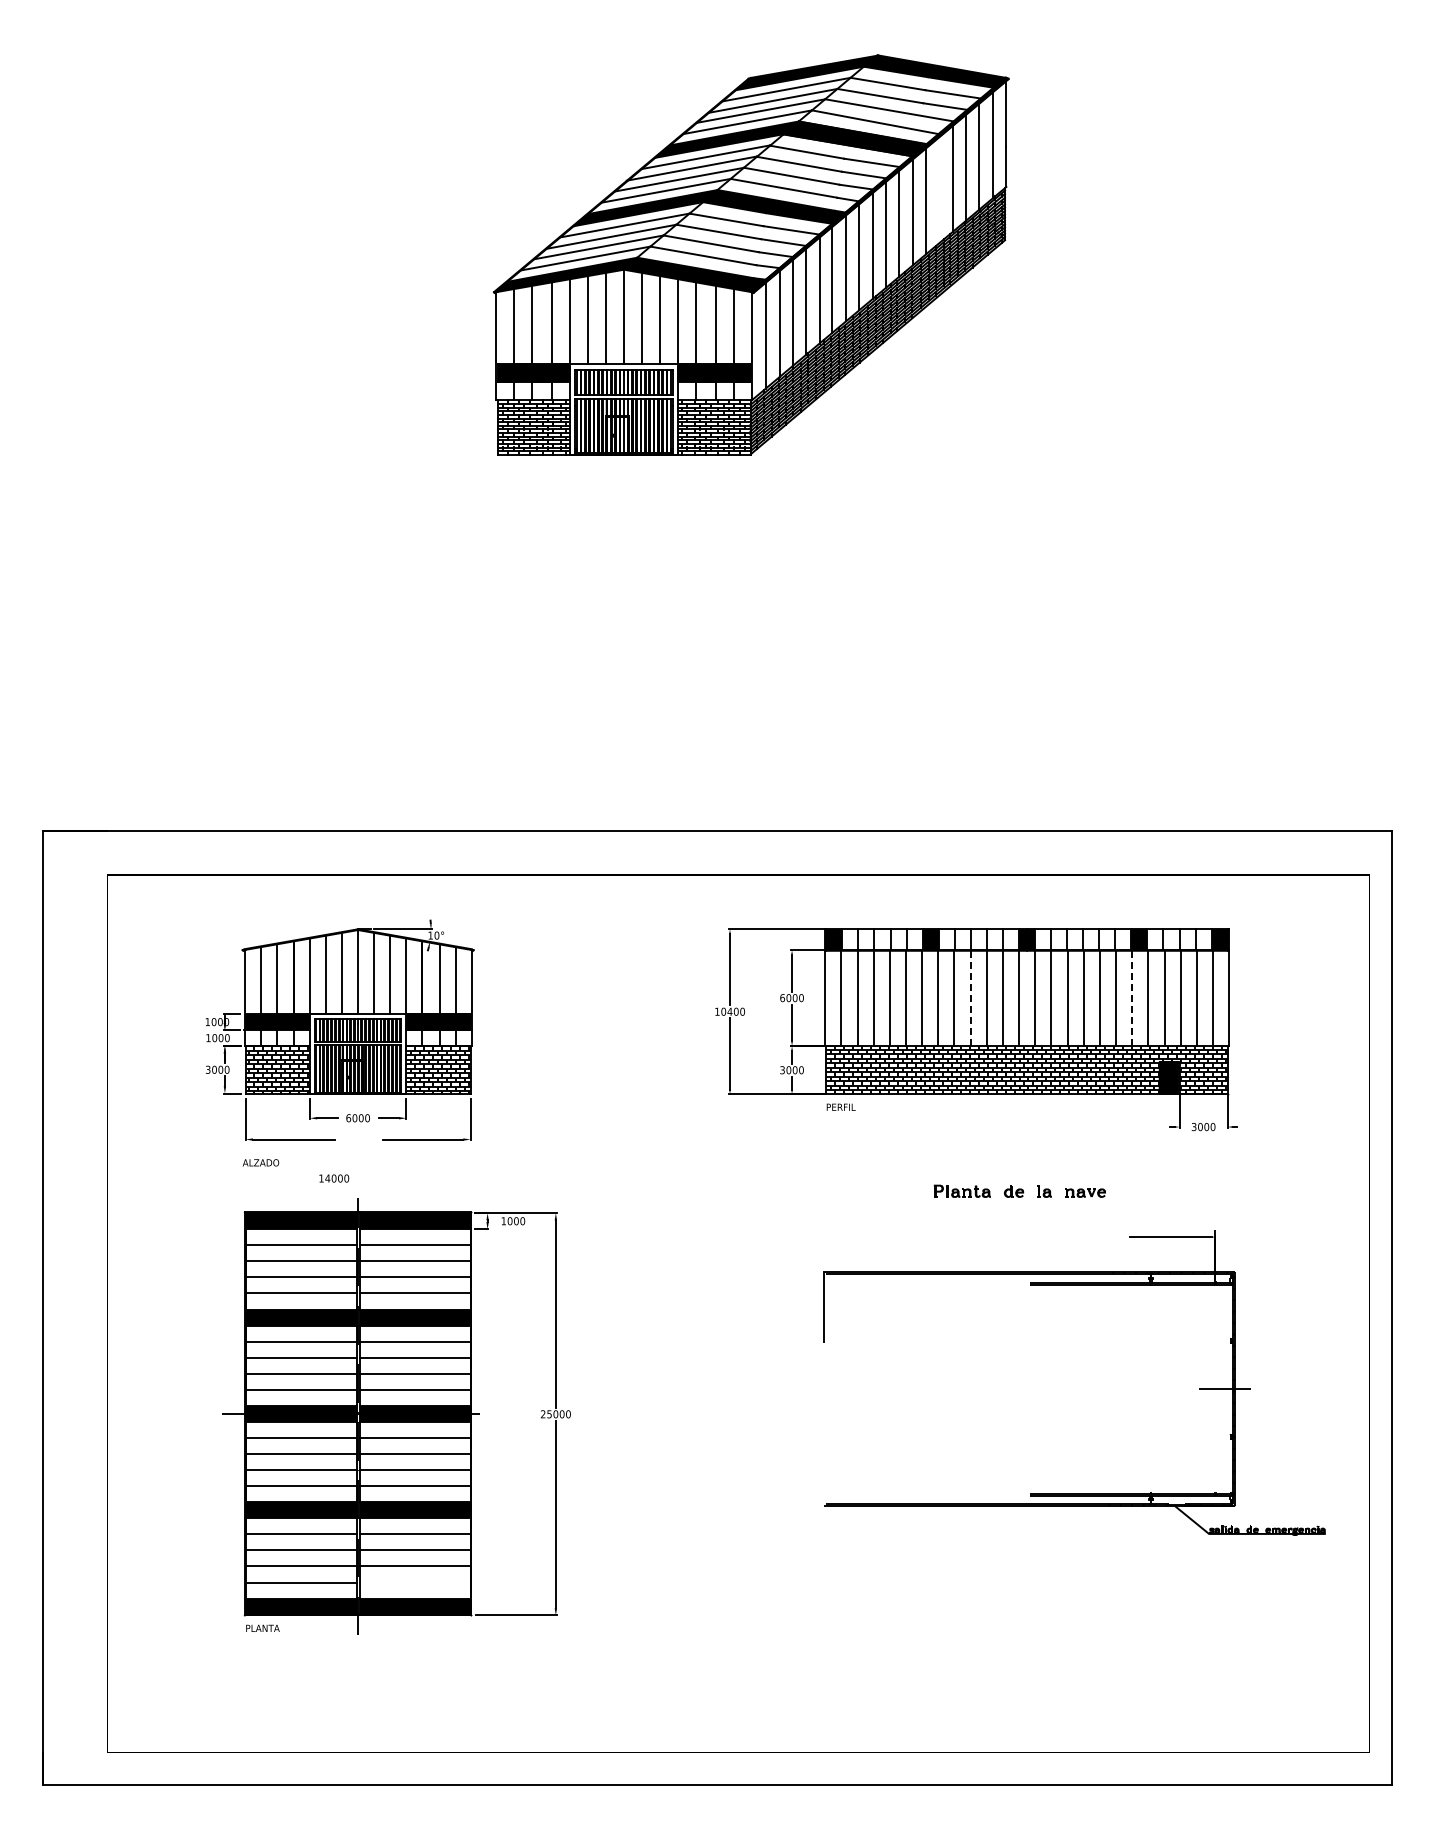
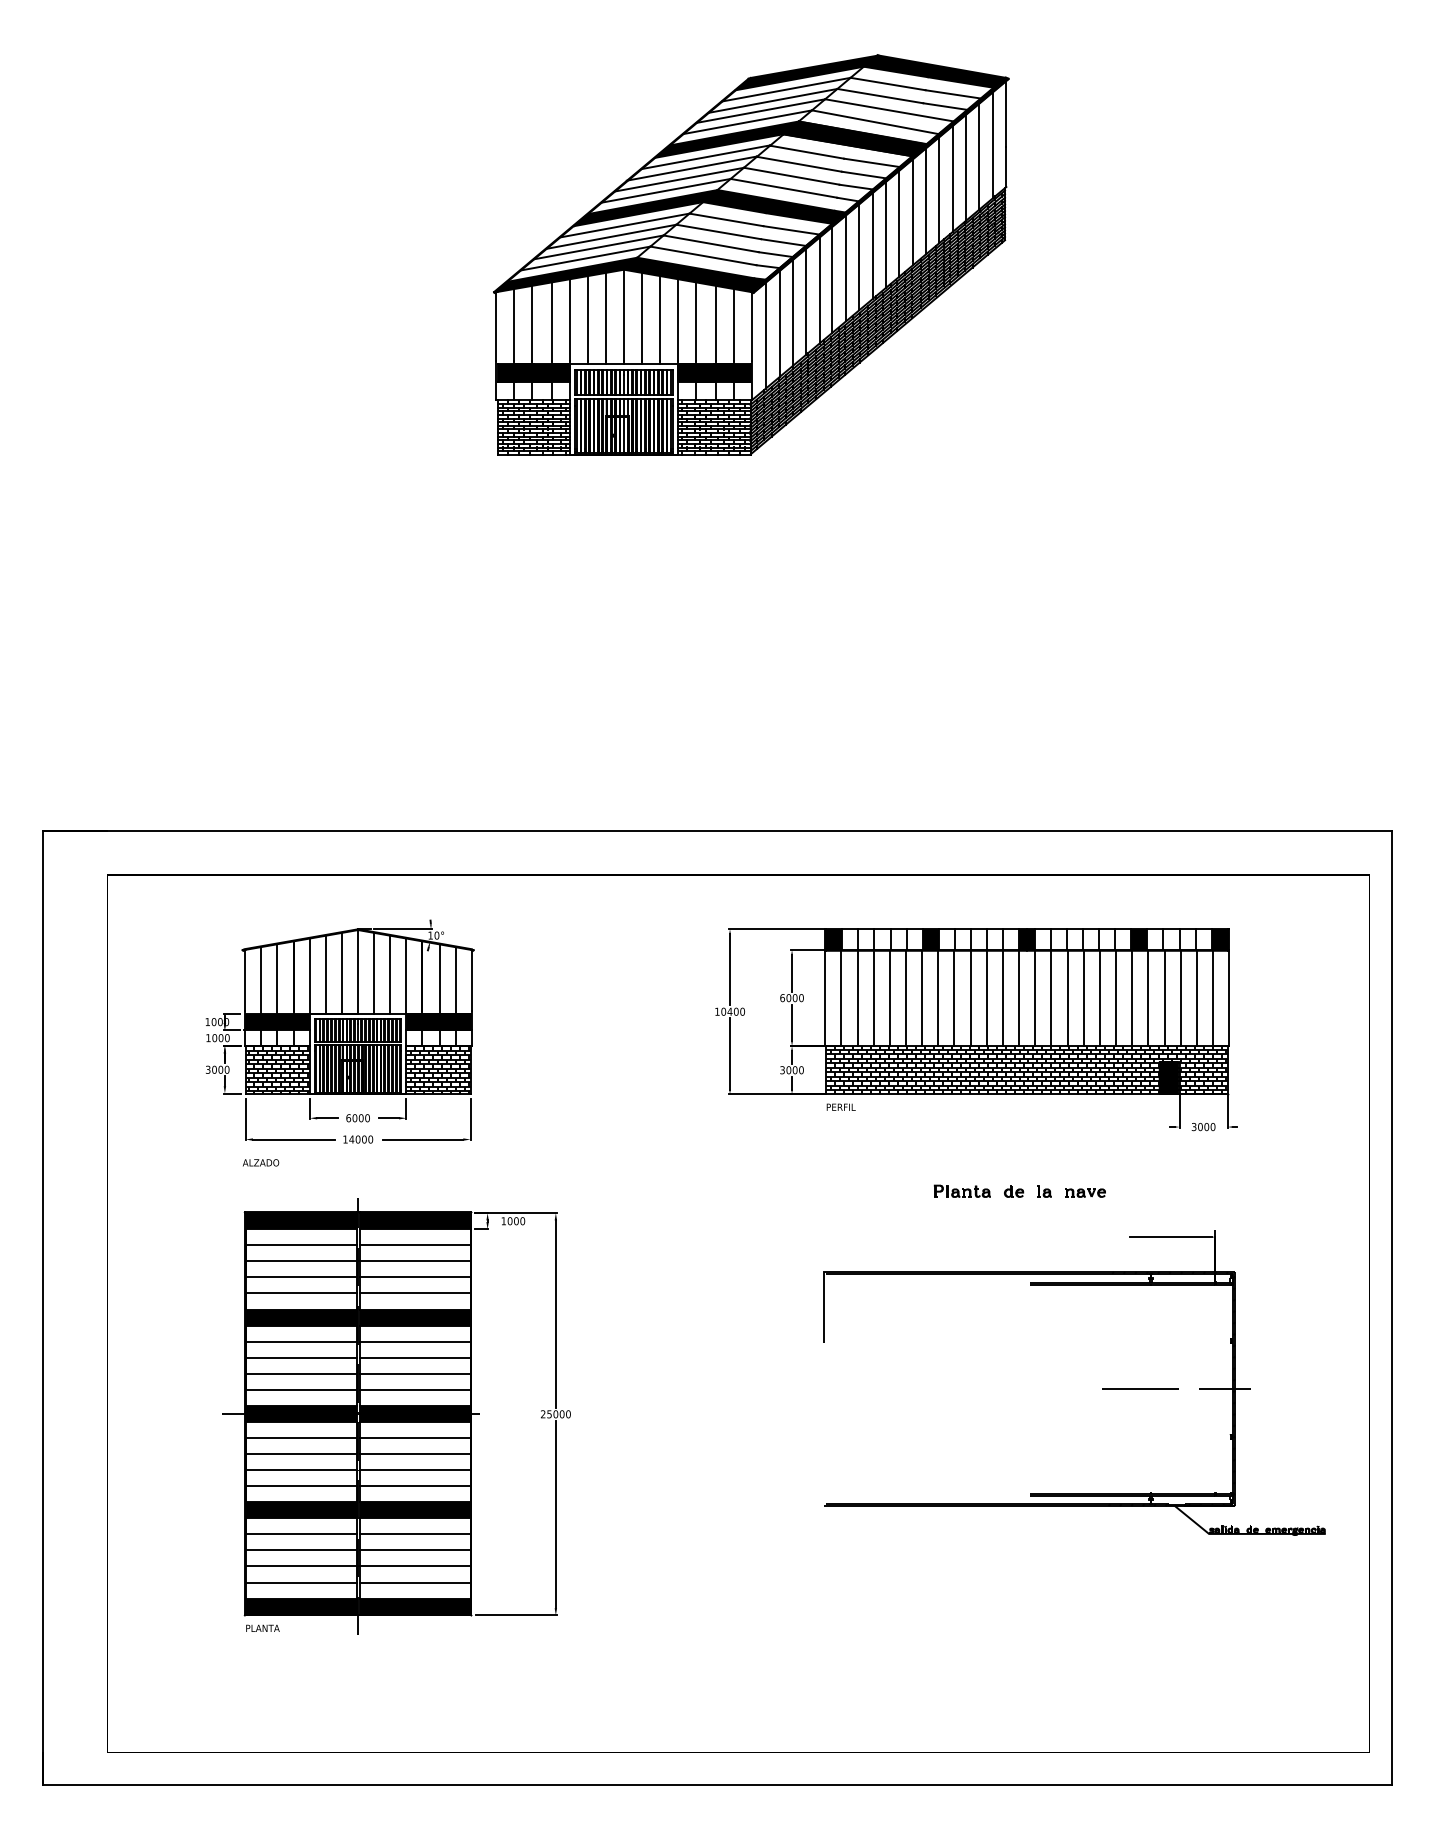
line at (939, 190): none -> present
line at (970, 998): dashed -> solid
line at (1132, 998): dashed -> solid
text at (334, 1178) position: (334, 1178) -> (358, 1139)
line at (1140, 1388): none -> present
line at (414, 1582): none -> present
